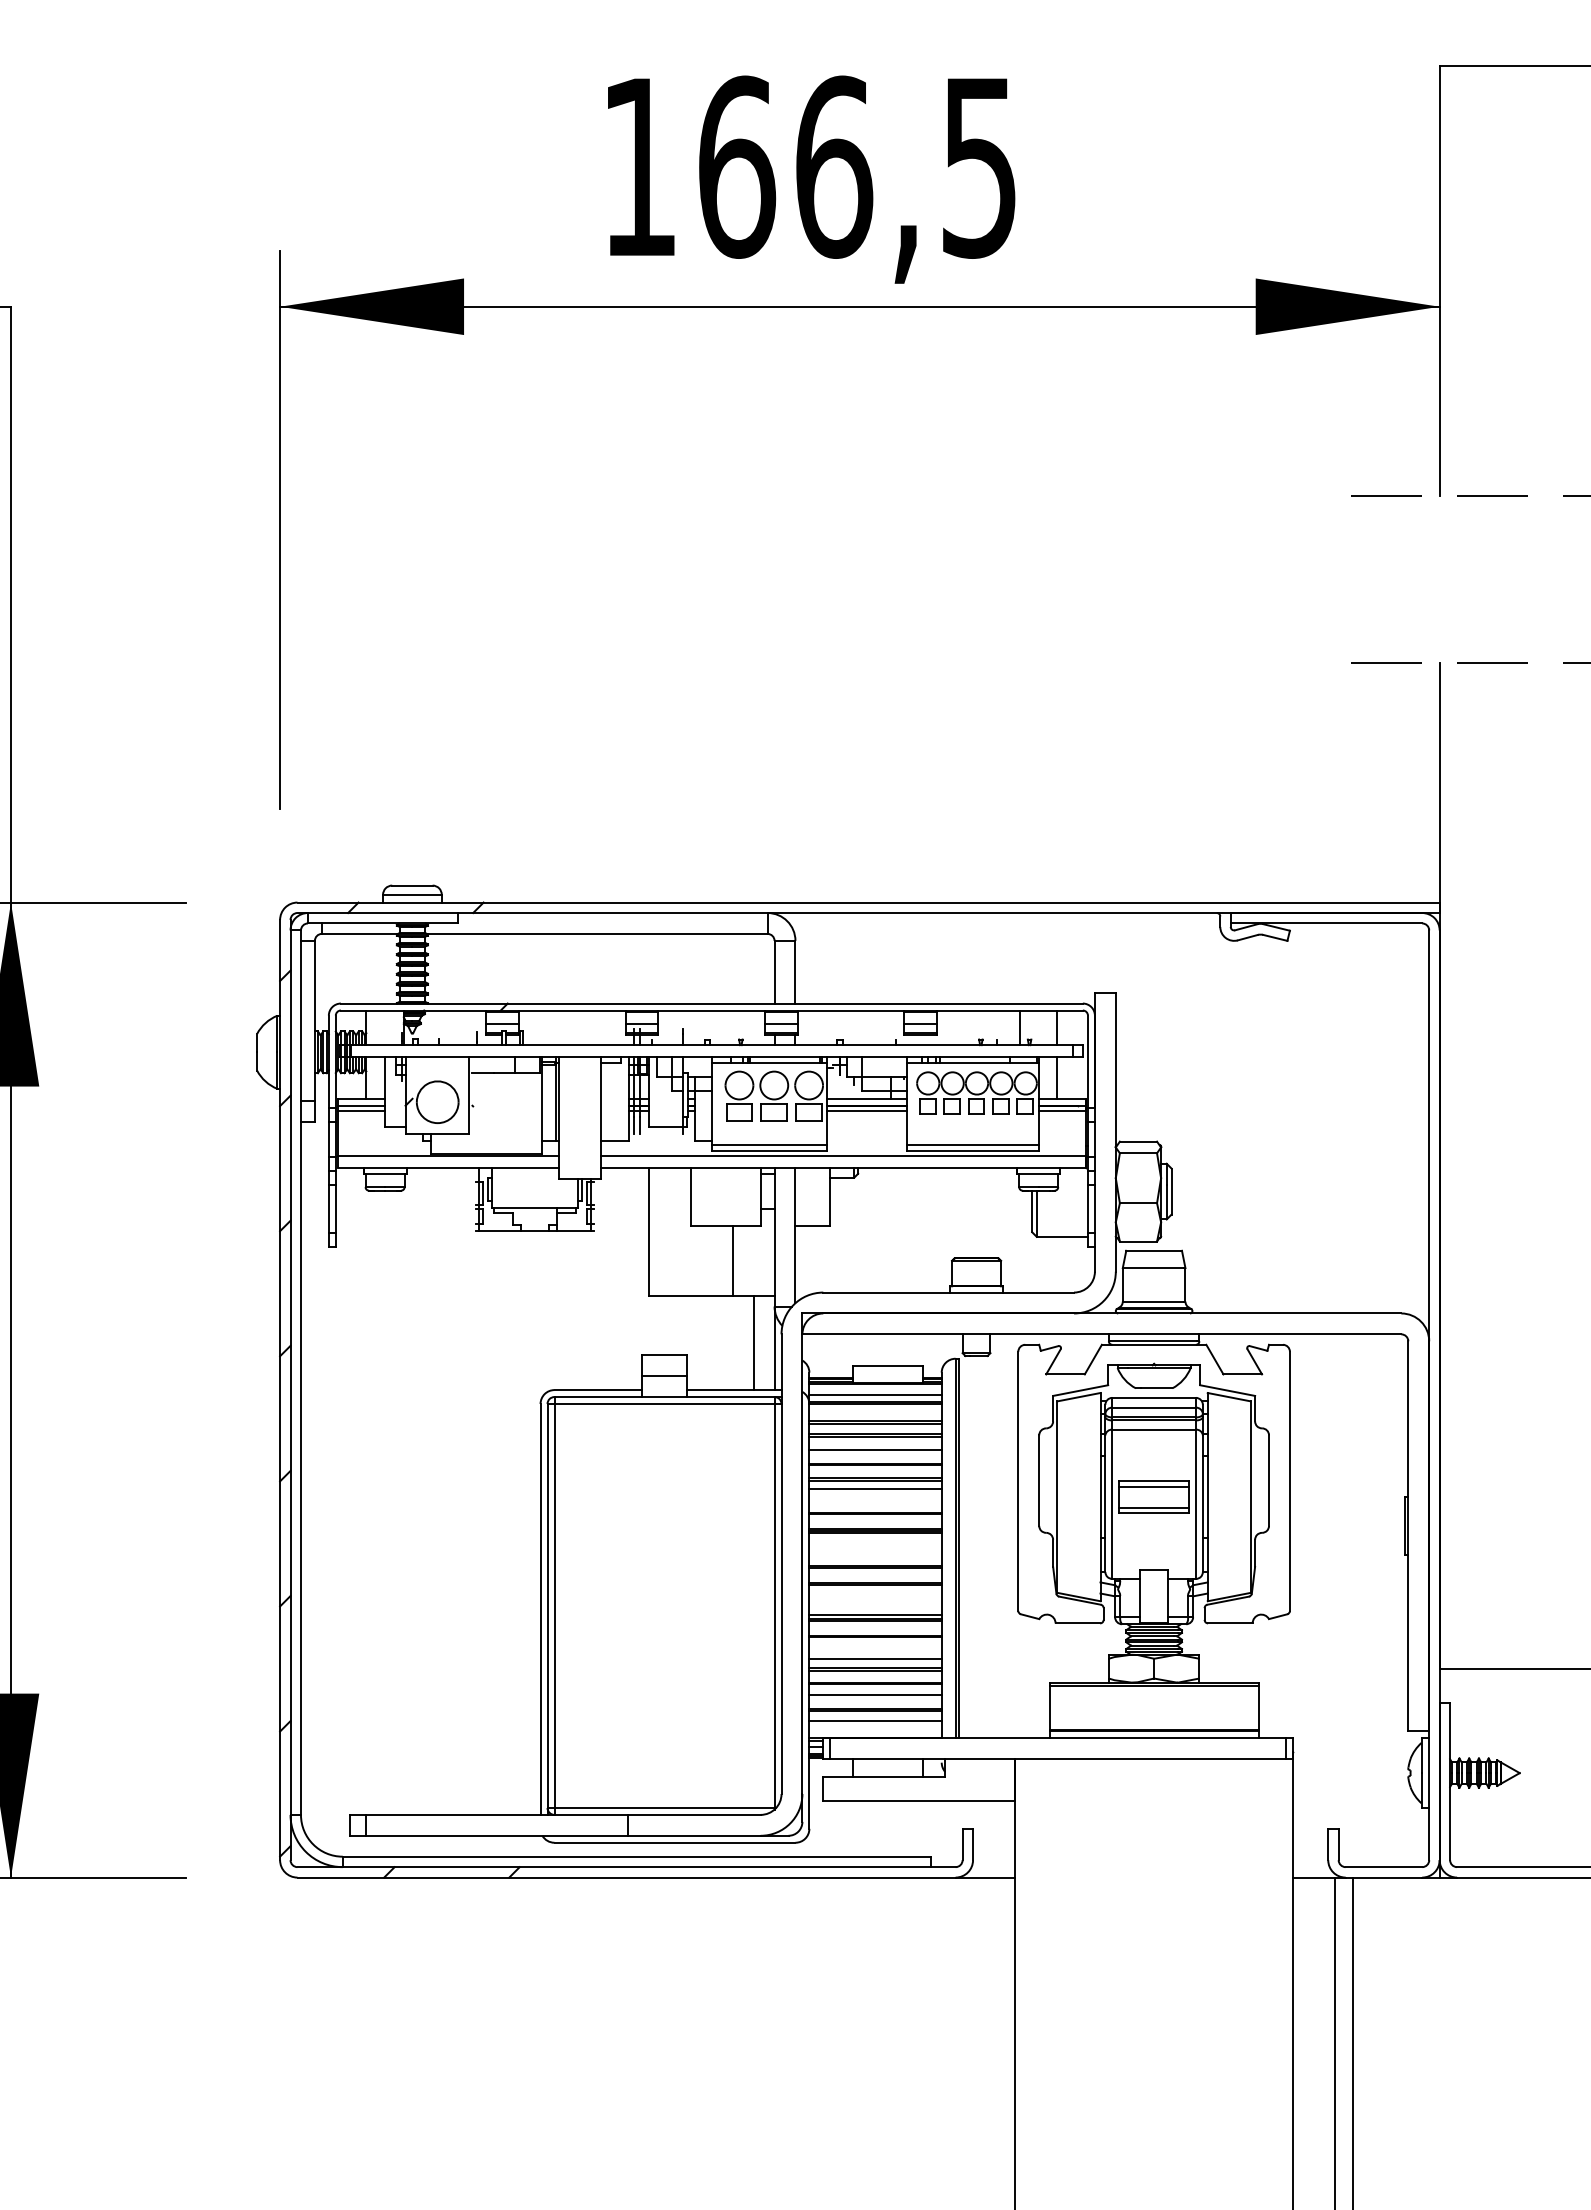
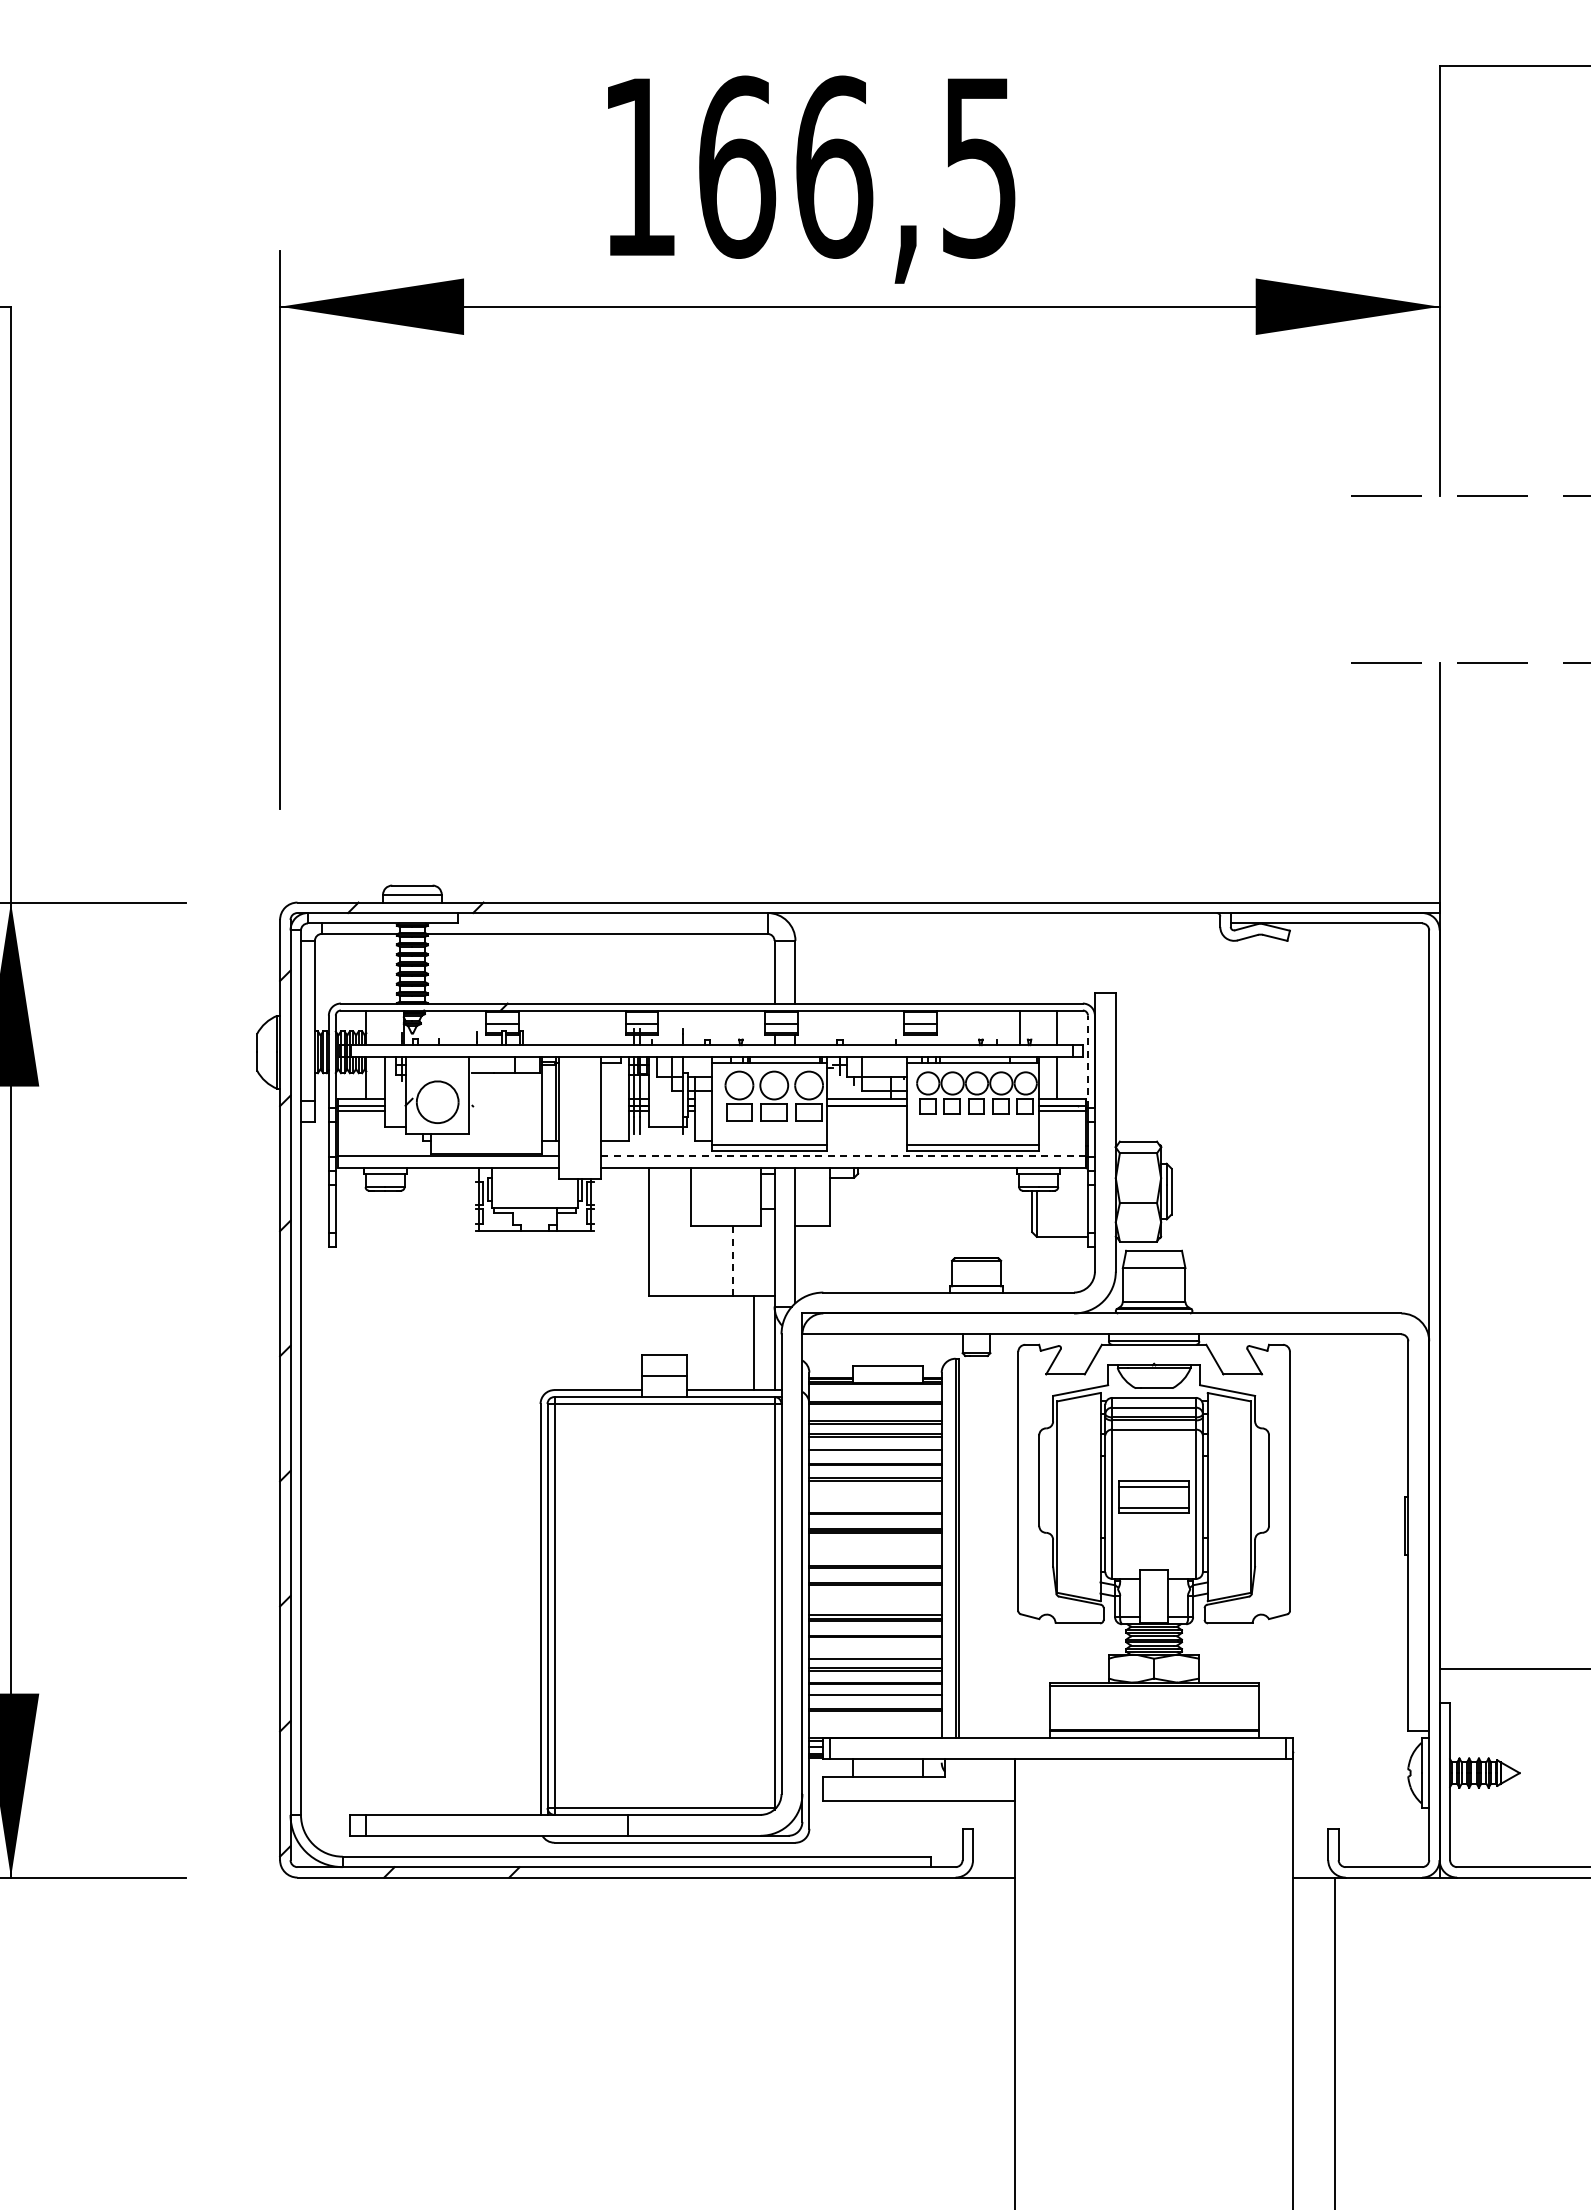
line at (1087, 1061): solid -> dashed
line at (866, 1110): present -> none
line at (844, 1156): solid -> dashed
line at (732, 1261): solid -> dashed
line at (875, 1394): present -> none
line at (875, 1488): present -> none
line at (875, 1721): present -> none
line at (1352, 2041): present -> none
